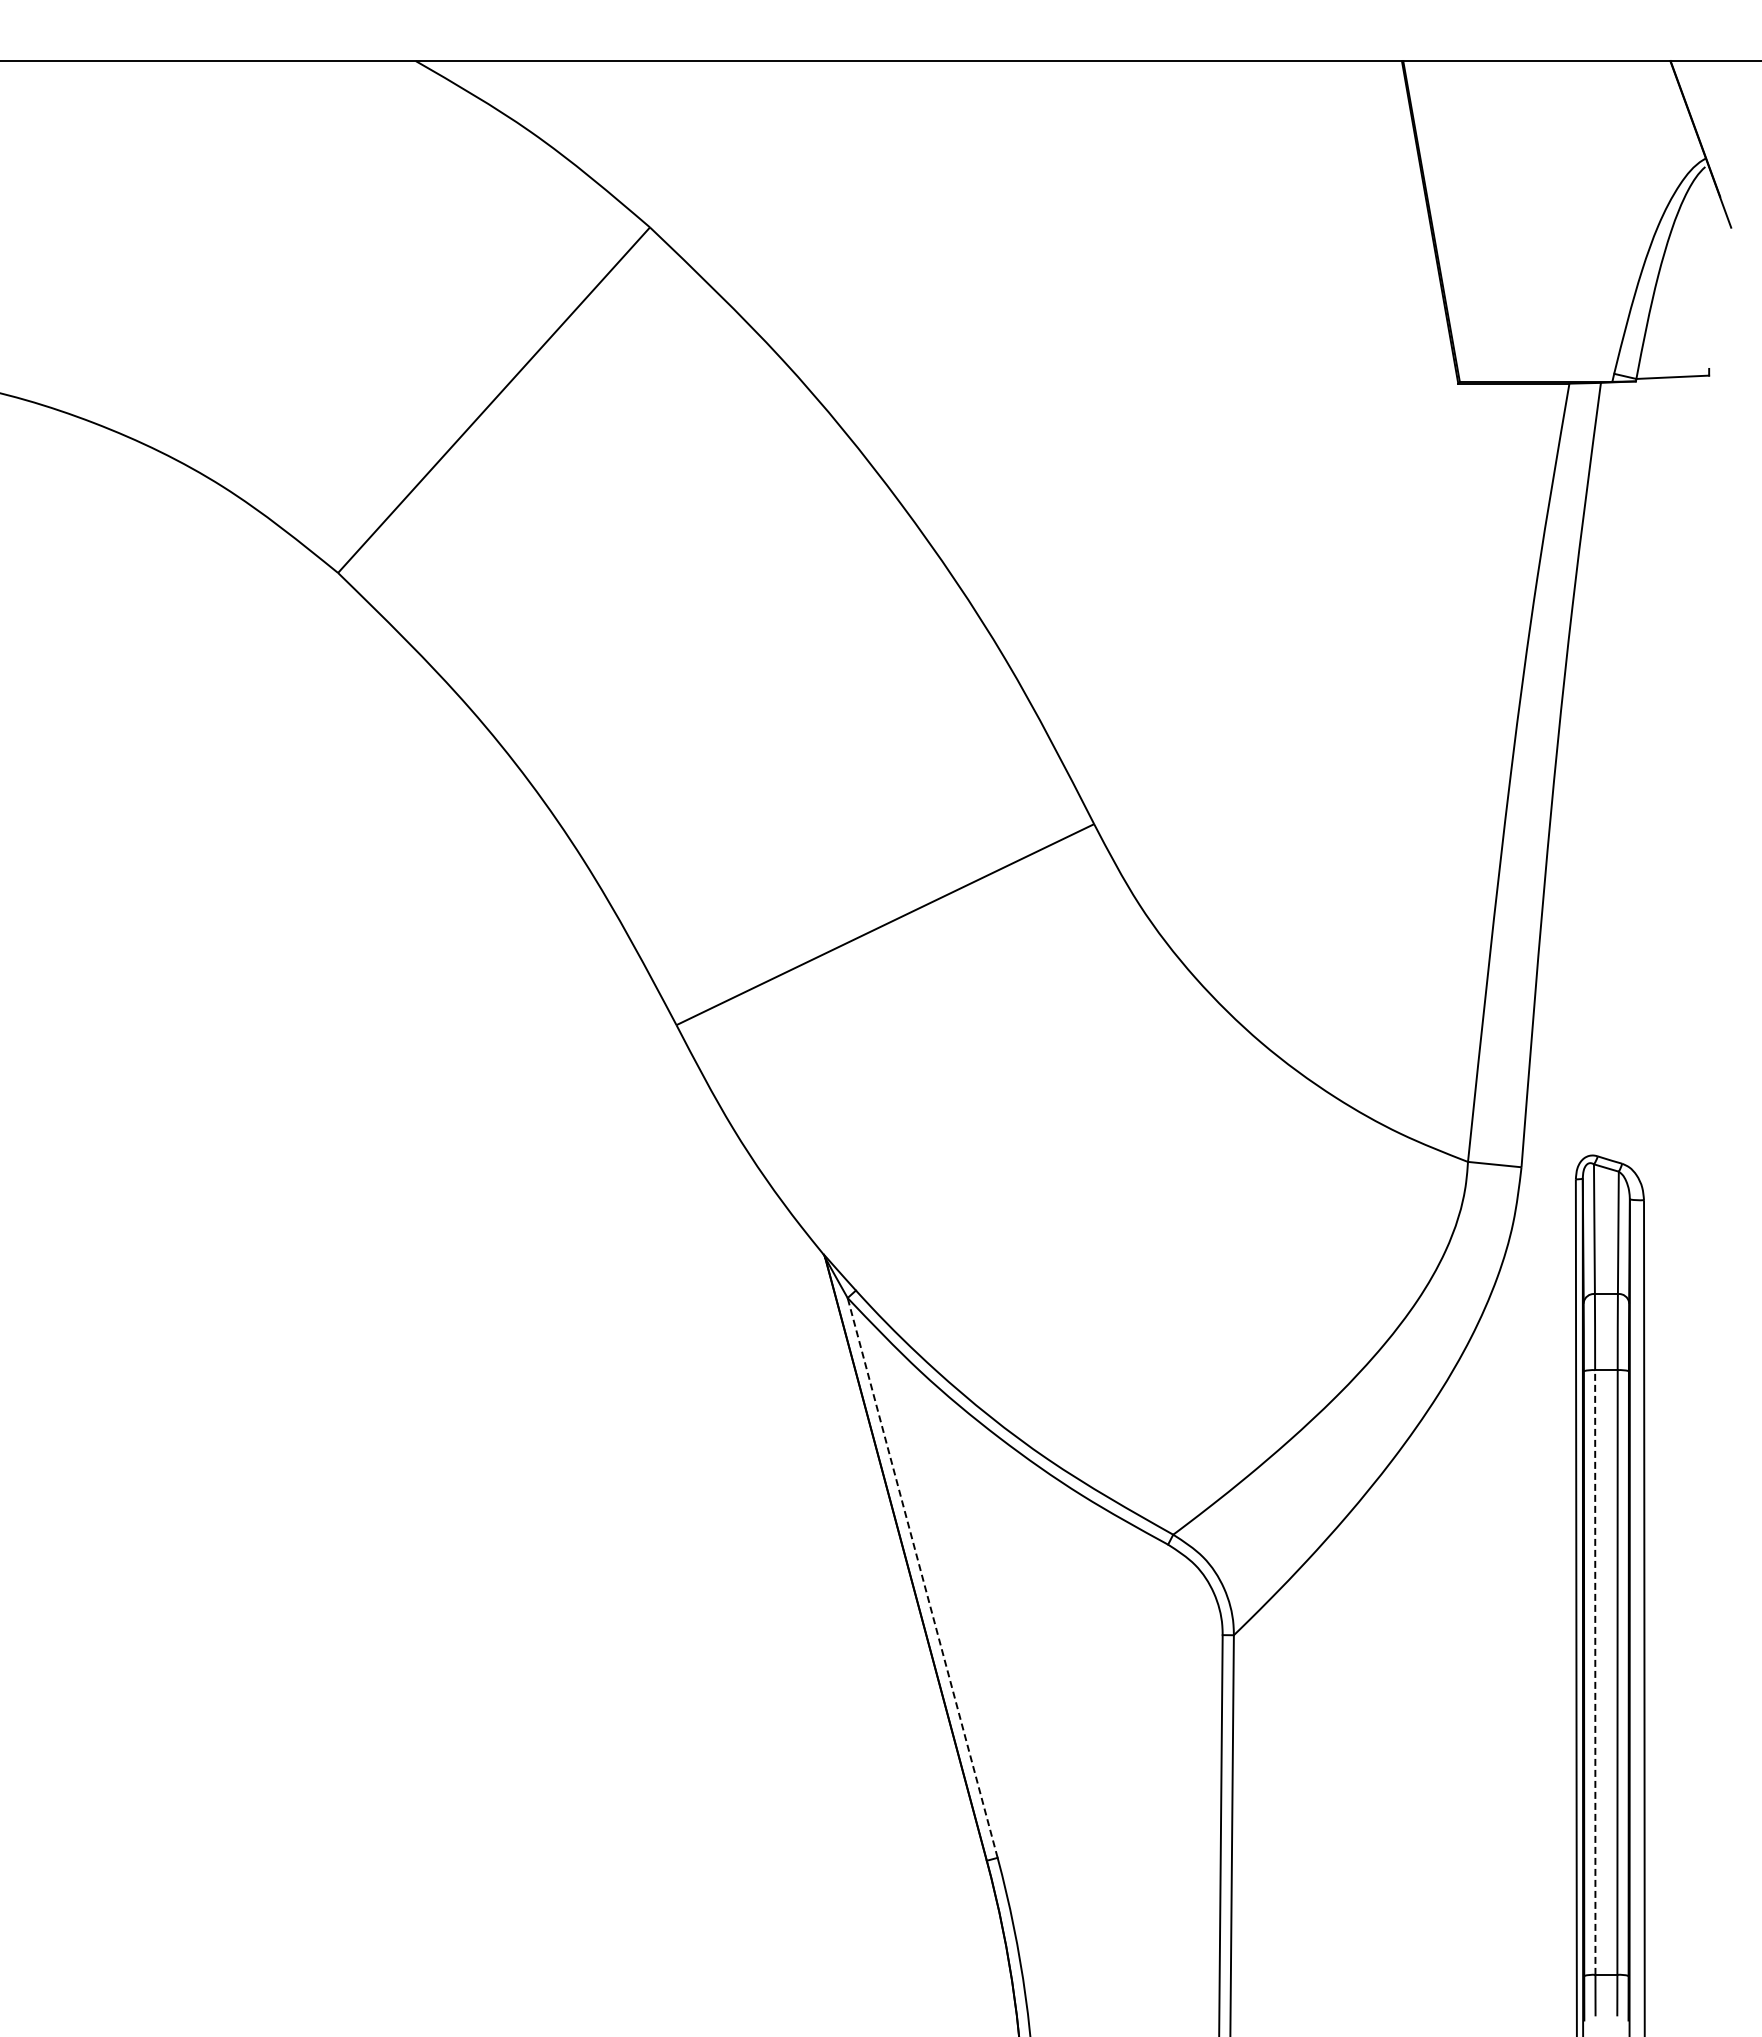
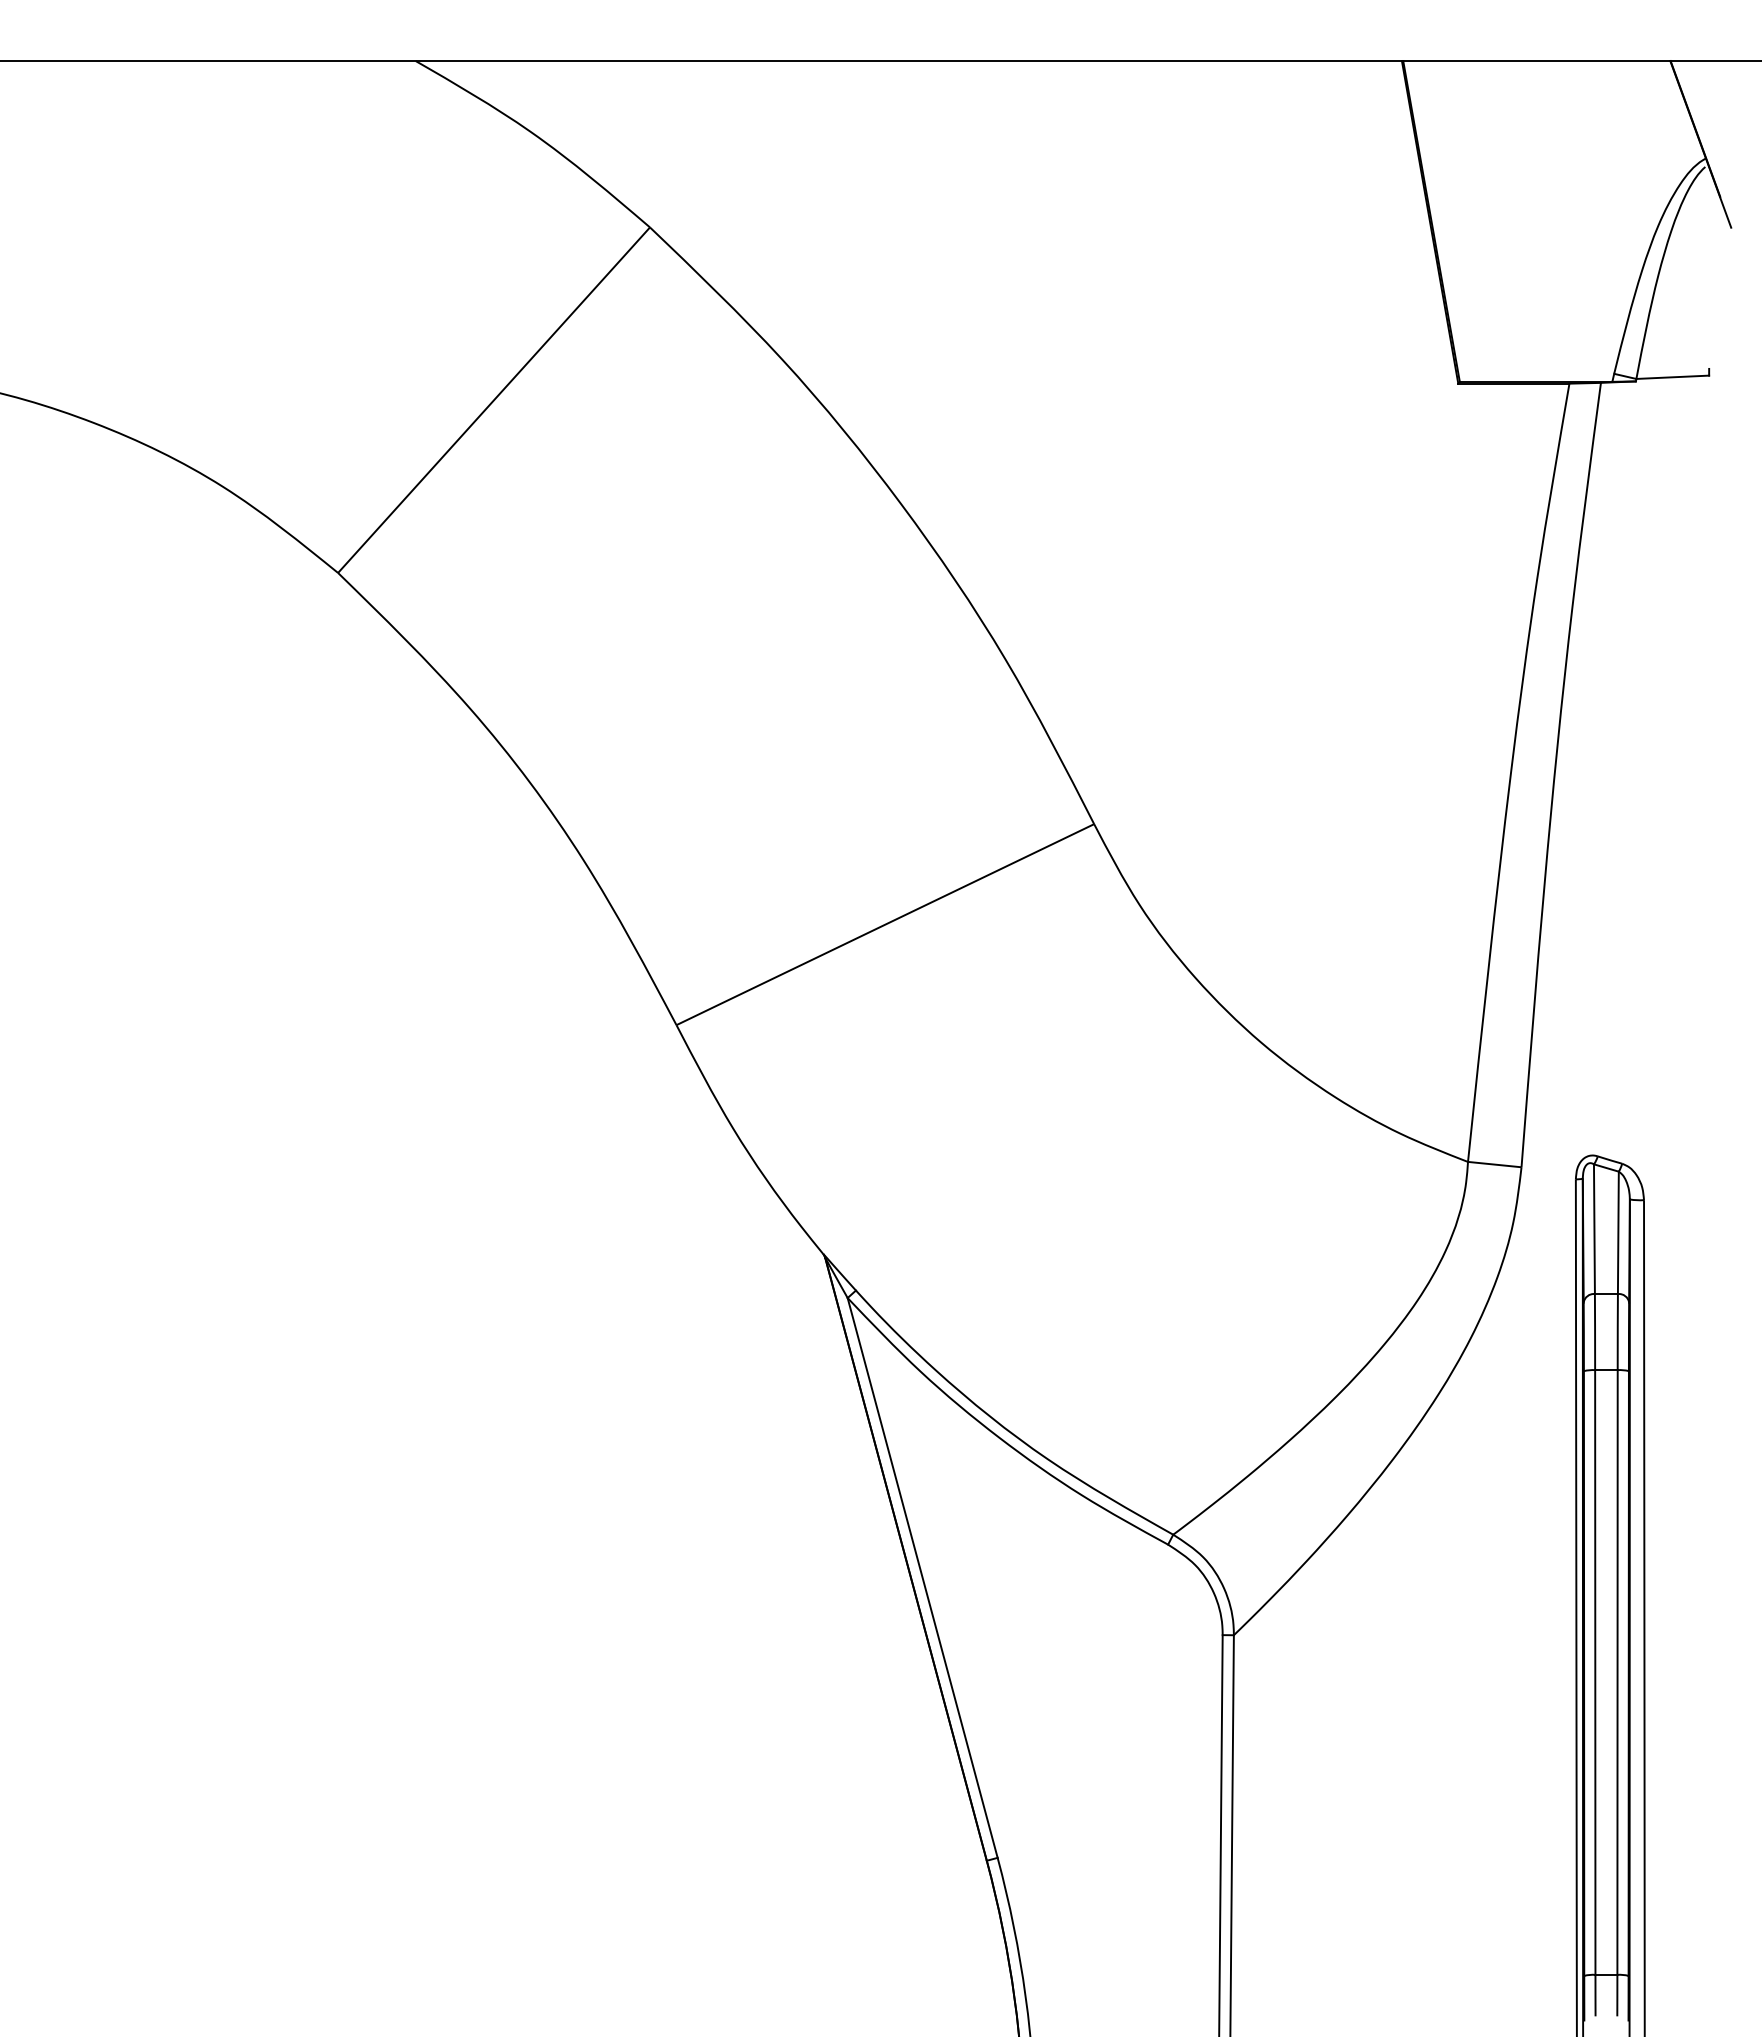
line at (922, 1577): dashed -> solid
line at (1595, 1672): dashed -> solid
